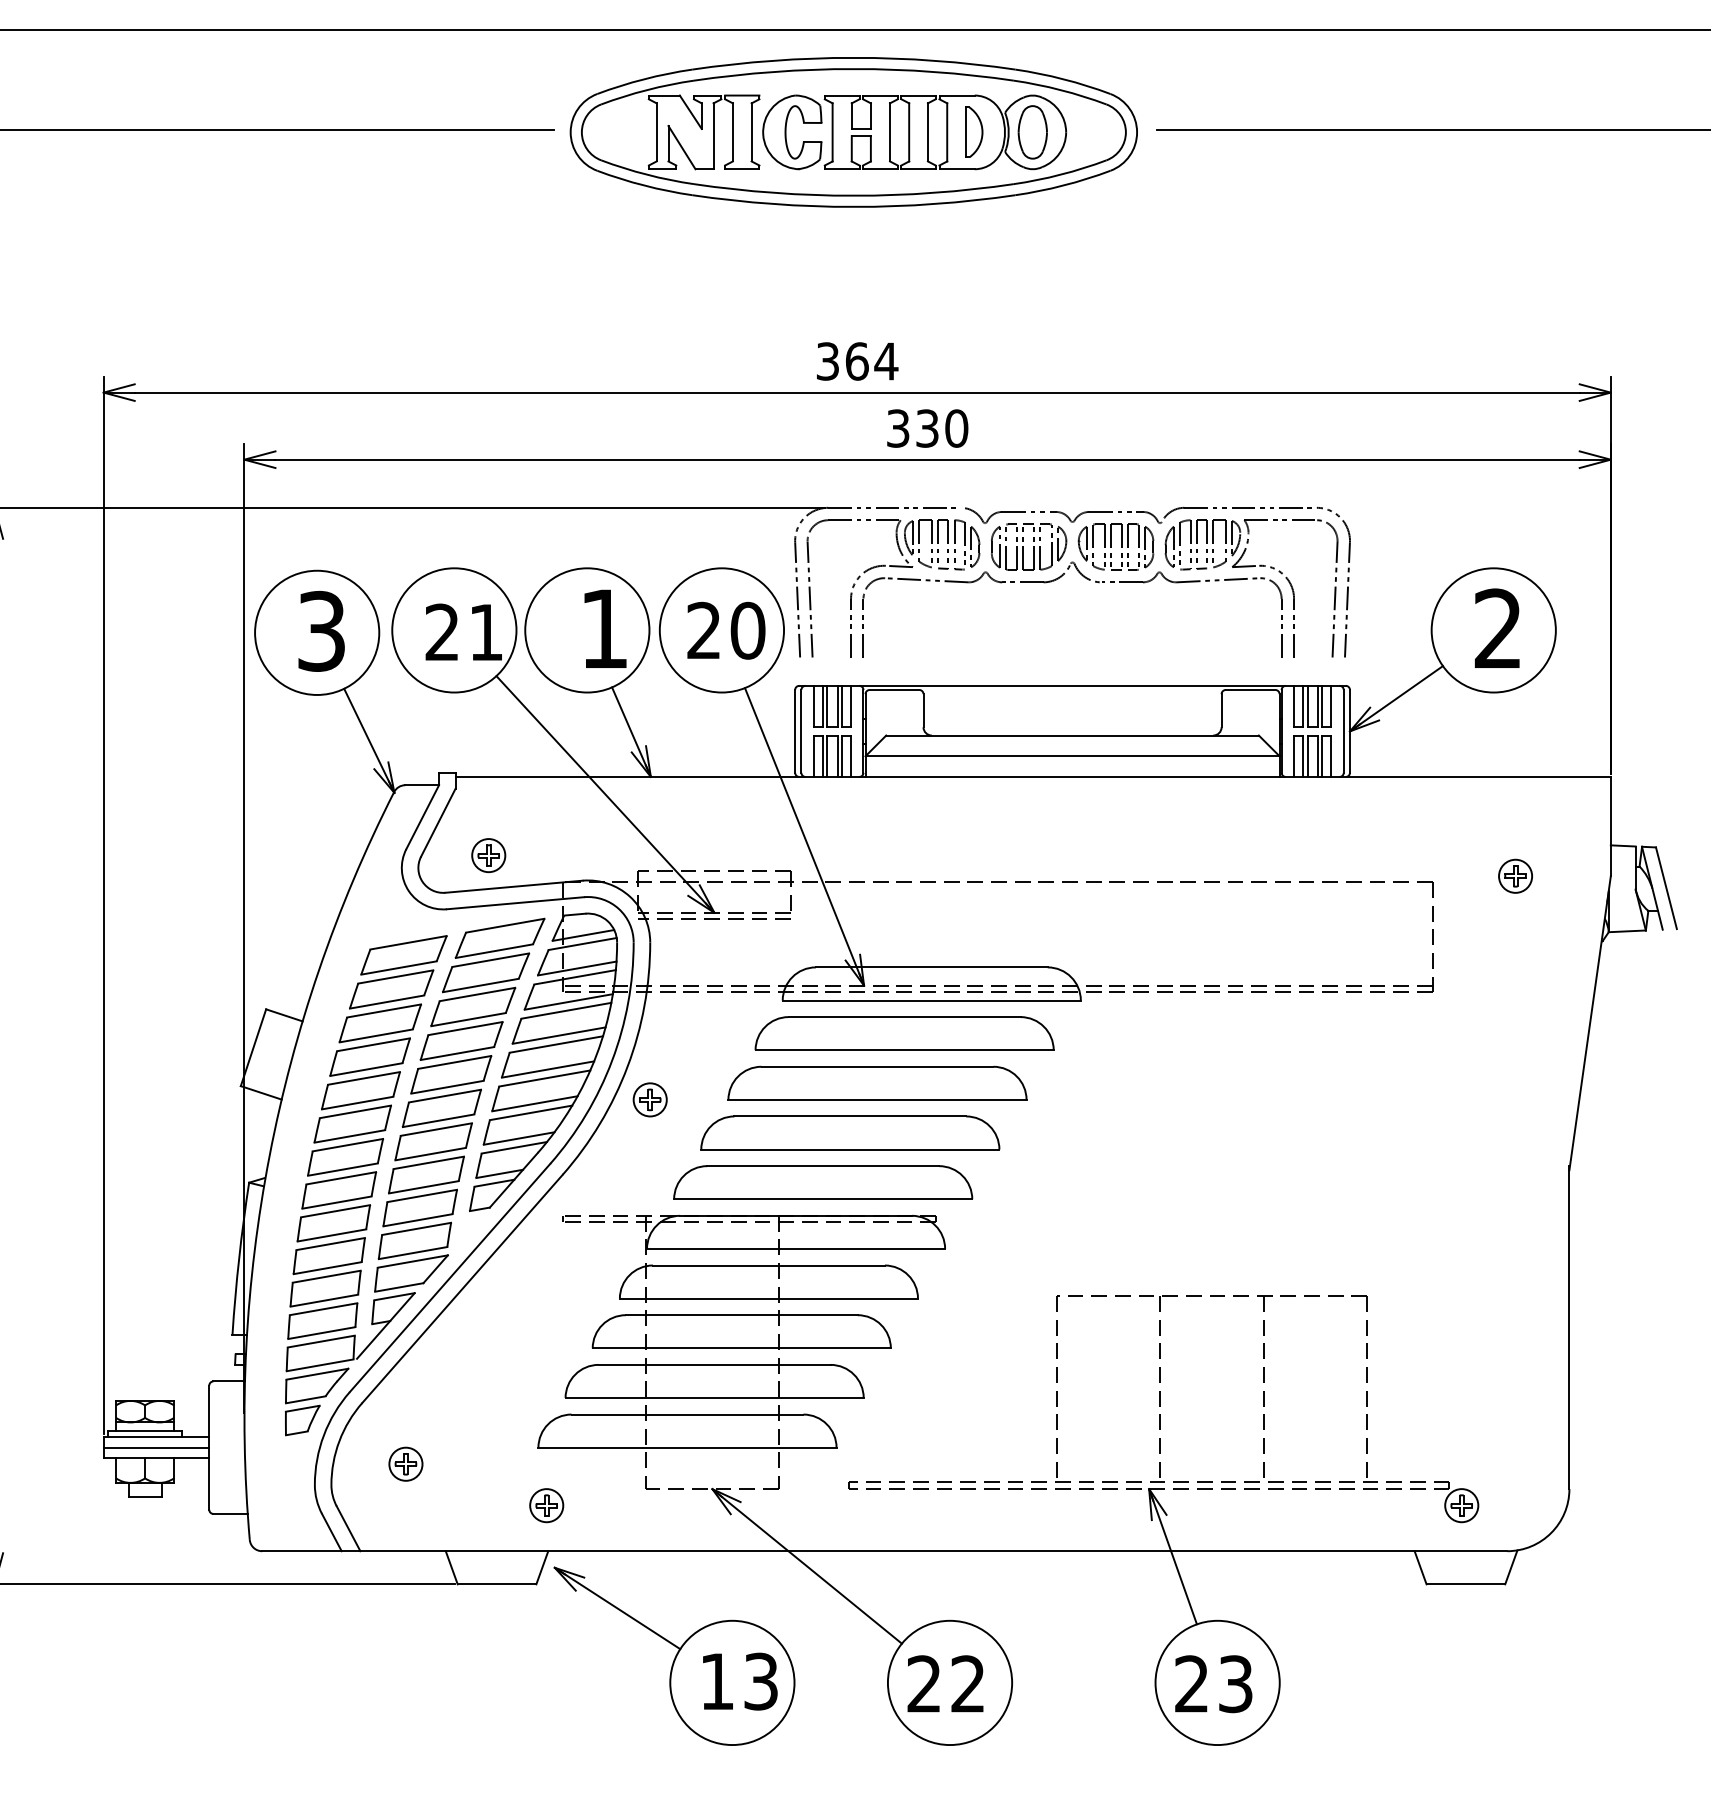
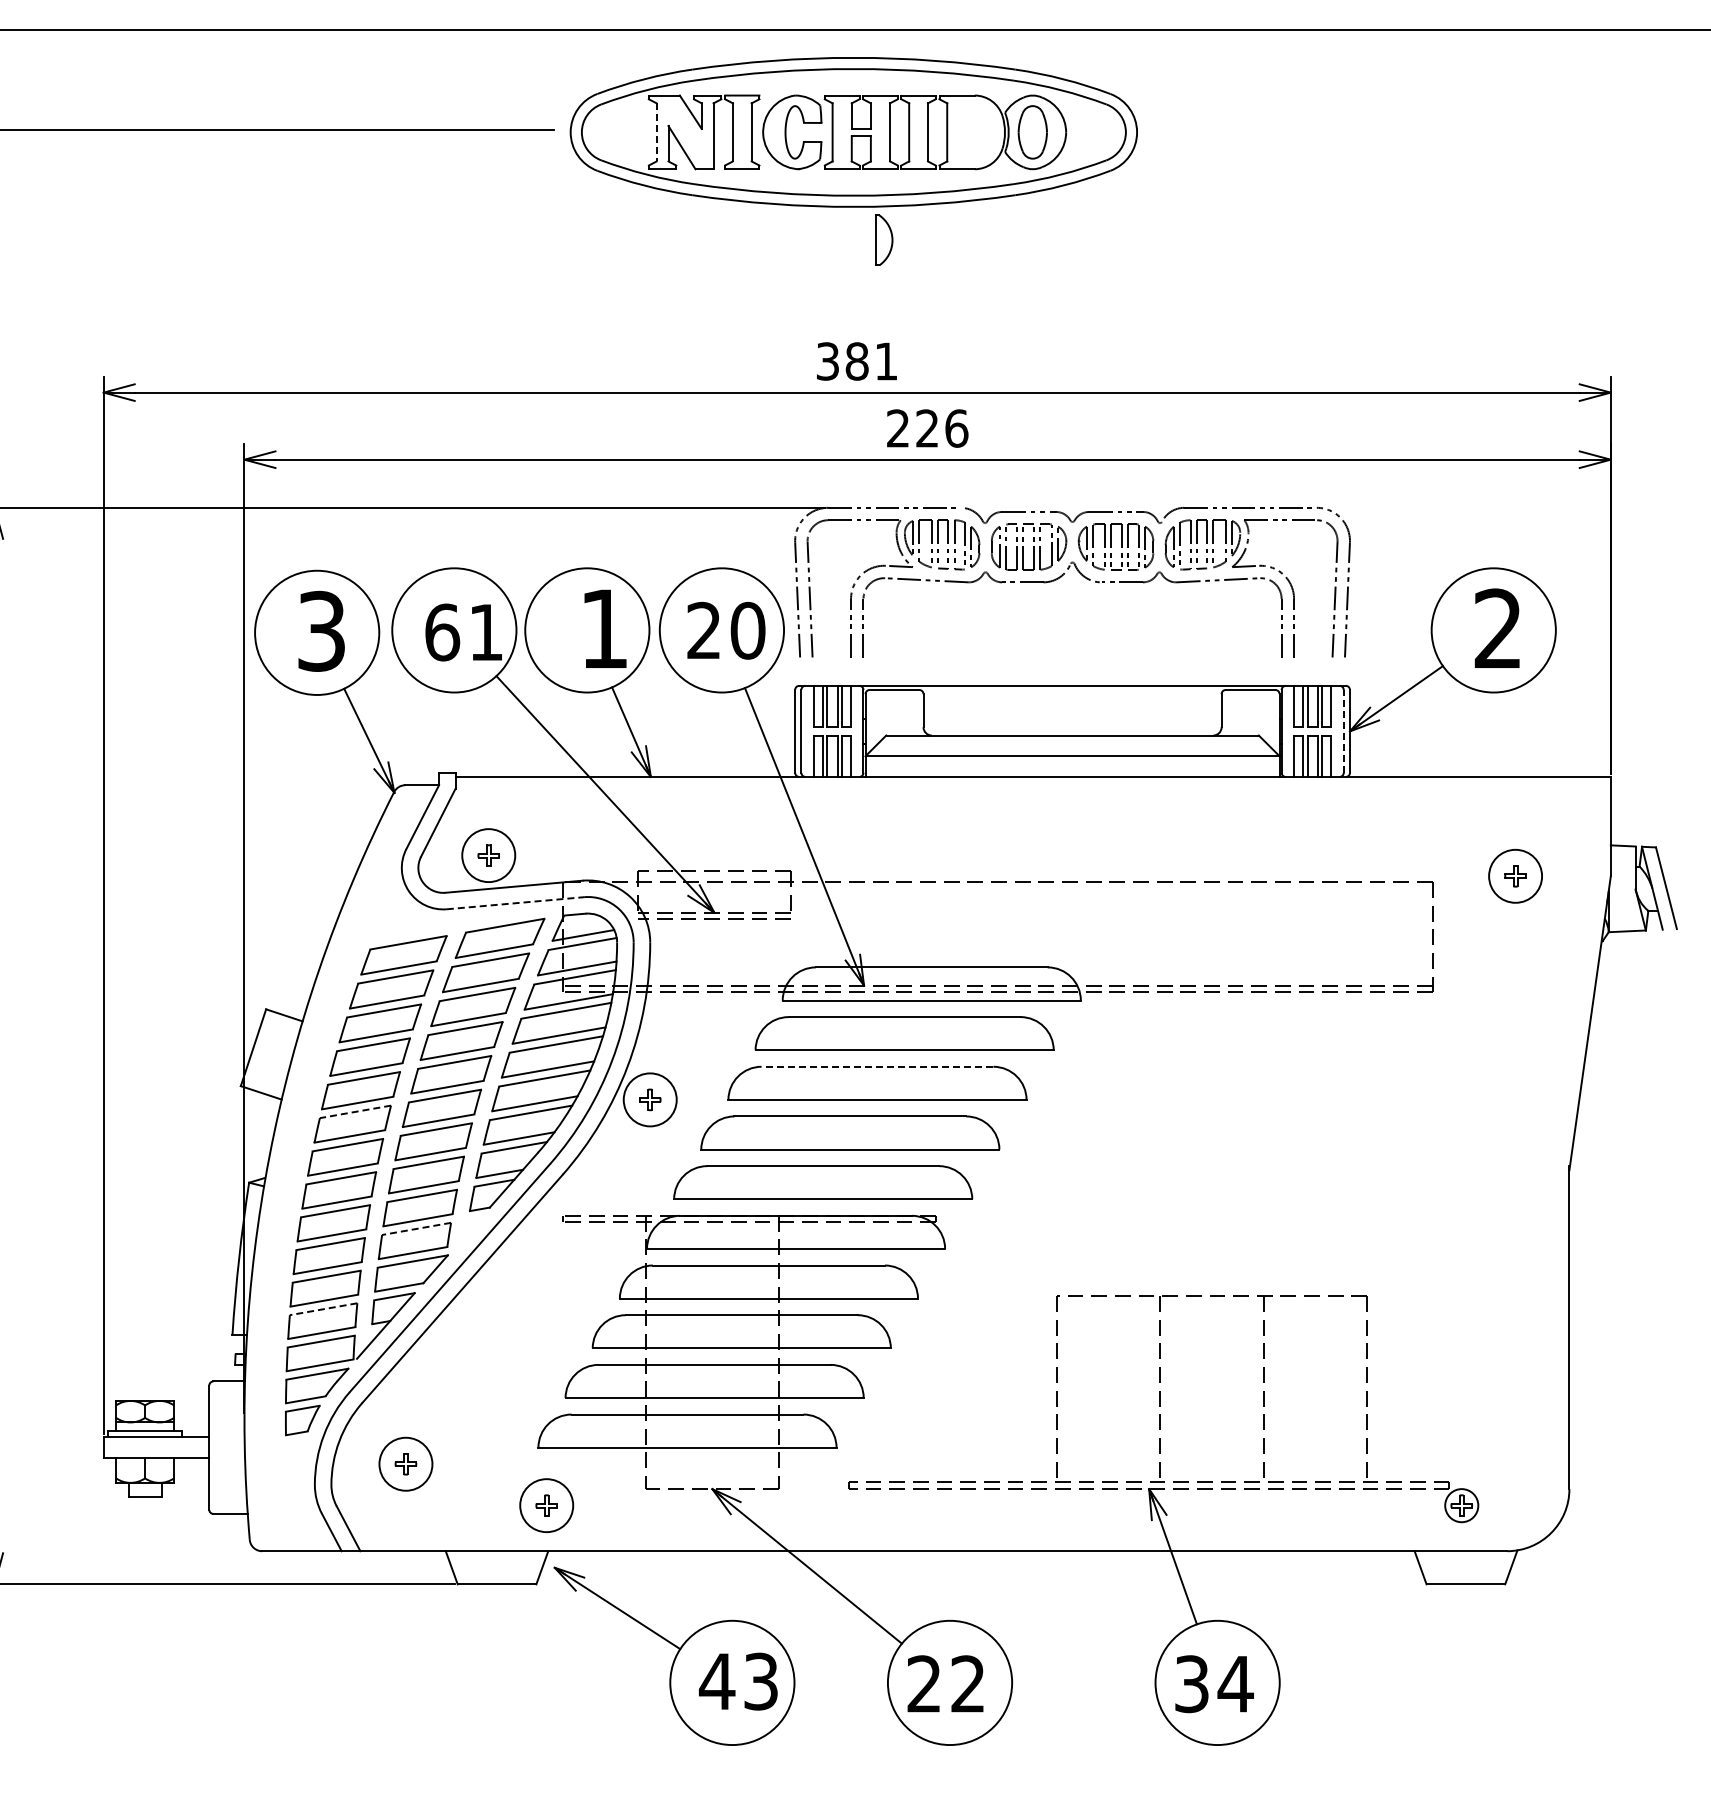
line at (1431, 129): present -> none
part at (974, 131) position: (974, 131) -> (884, 239)
line at (656, 132): solid -> dashed
text at (871, 361): 364 -> 381
text at (927, 428): 330 -> 226
text at (442, 632): 21 -> 61
line at (1343, 730): solid -> dashed
circle at (488, 855) diameter: 33 px -> 53 px
circle at (1515, 875) diameter: 33 px -> 53 px
line at (515, 903): solid -> dashed
line at (877, 1066): solid -> dashed
circle at (649, 1099) diameter: 33 px -> 53 px
line at (354, 1111): solid -> dashed
line at (416, 1229): solid -> dashed
line at (323, 1309): solid -> dashed
line at (156, 1447): present -> none
circle at (405, 1463) diameter: 33 px -> 53 px
circle at (546, 1505) diameter: 33 px -> 53 px
text at (716, 1681): 13 -> 43
text at (1214, 1684): 23 -> 34
